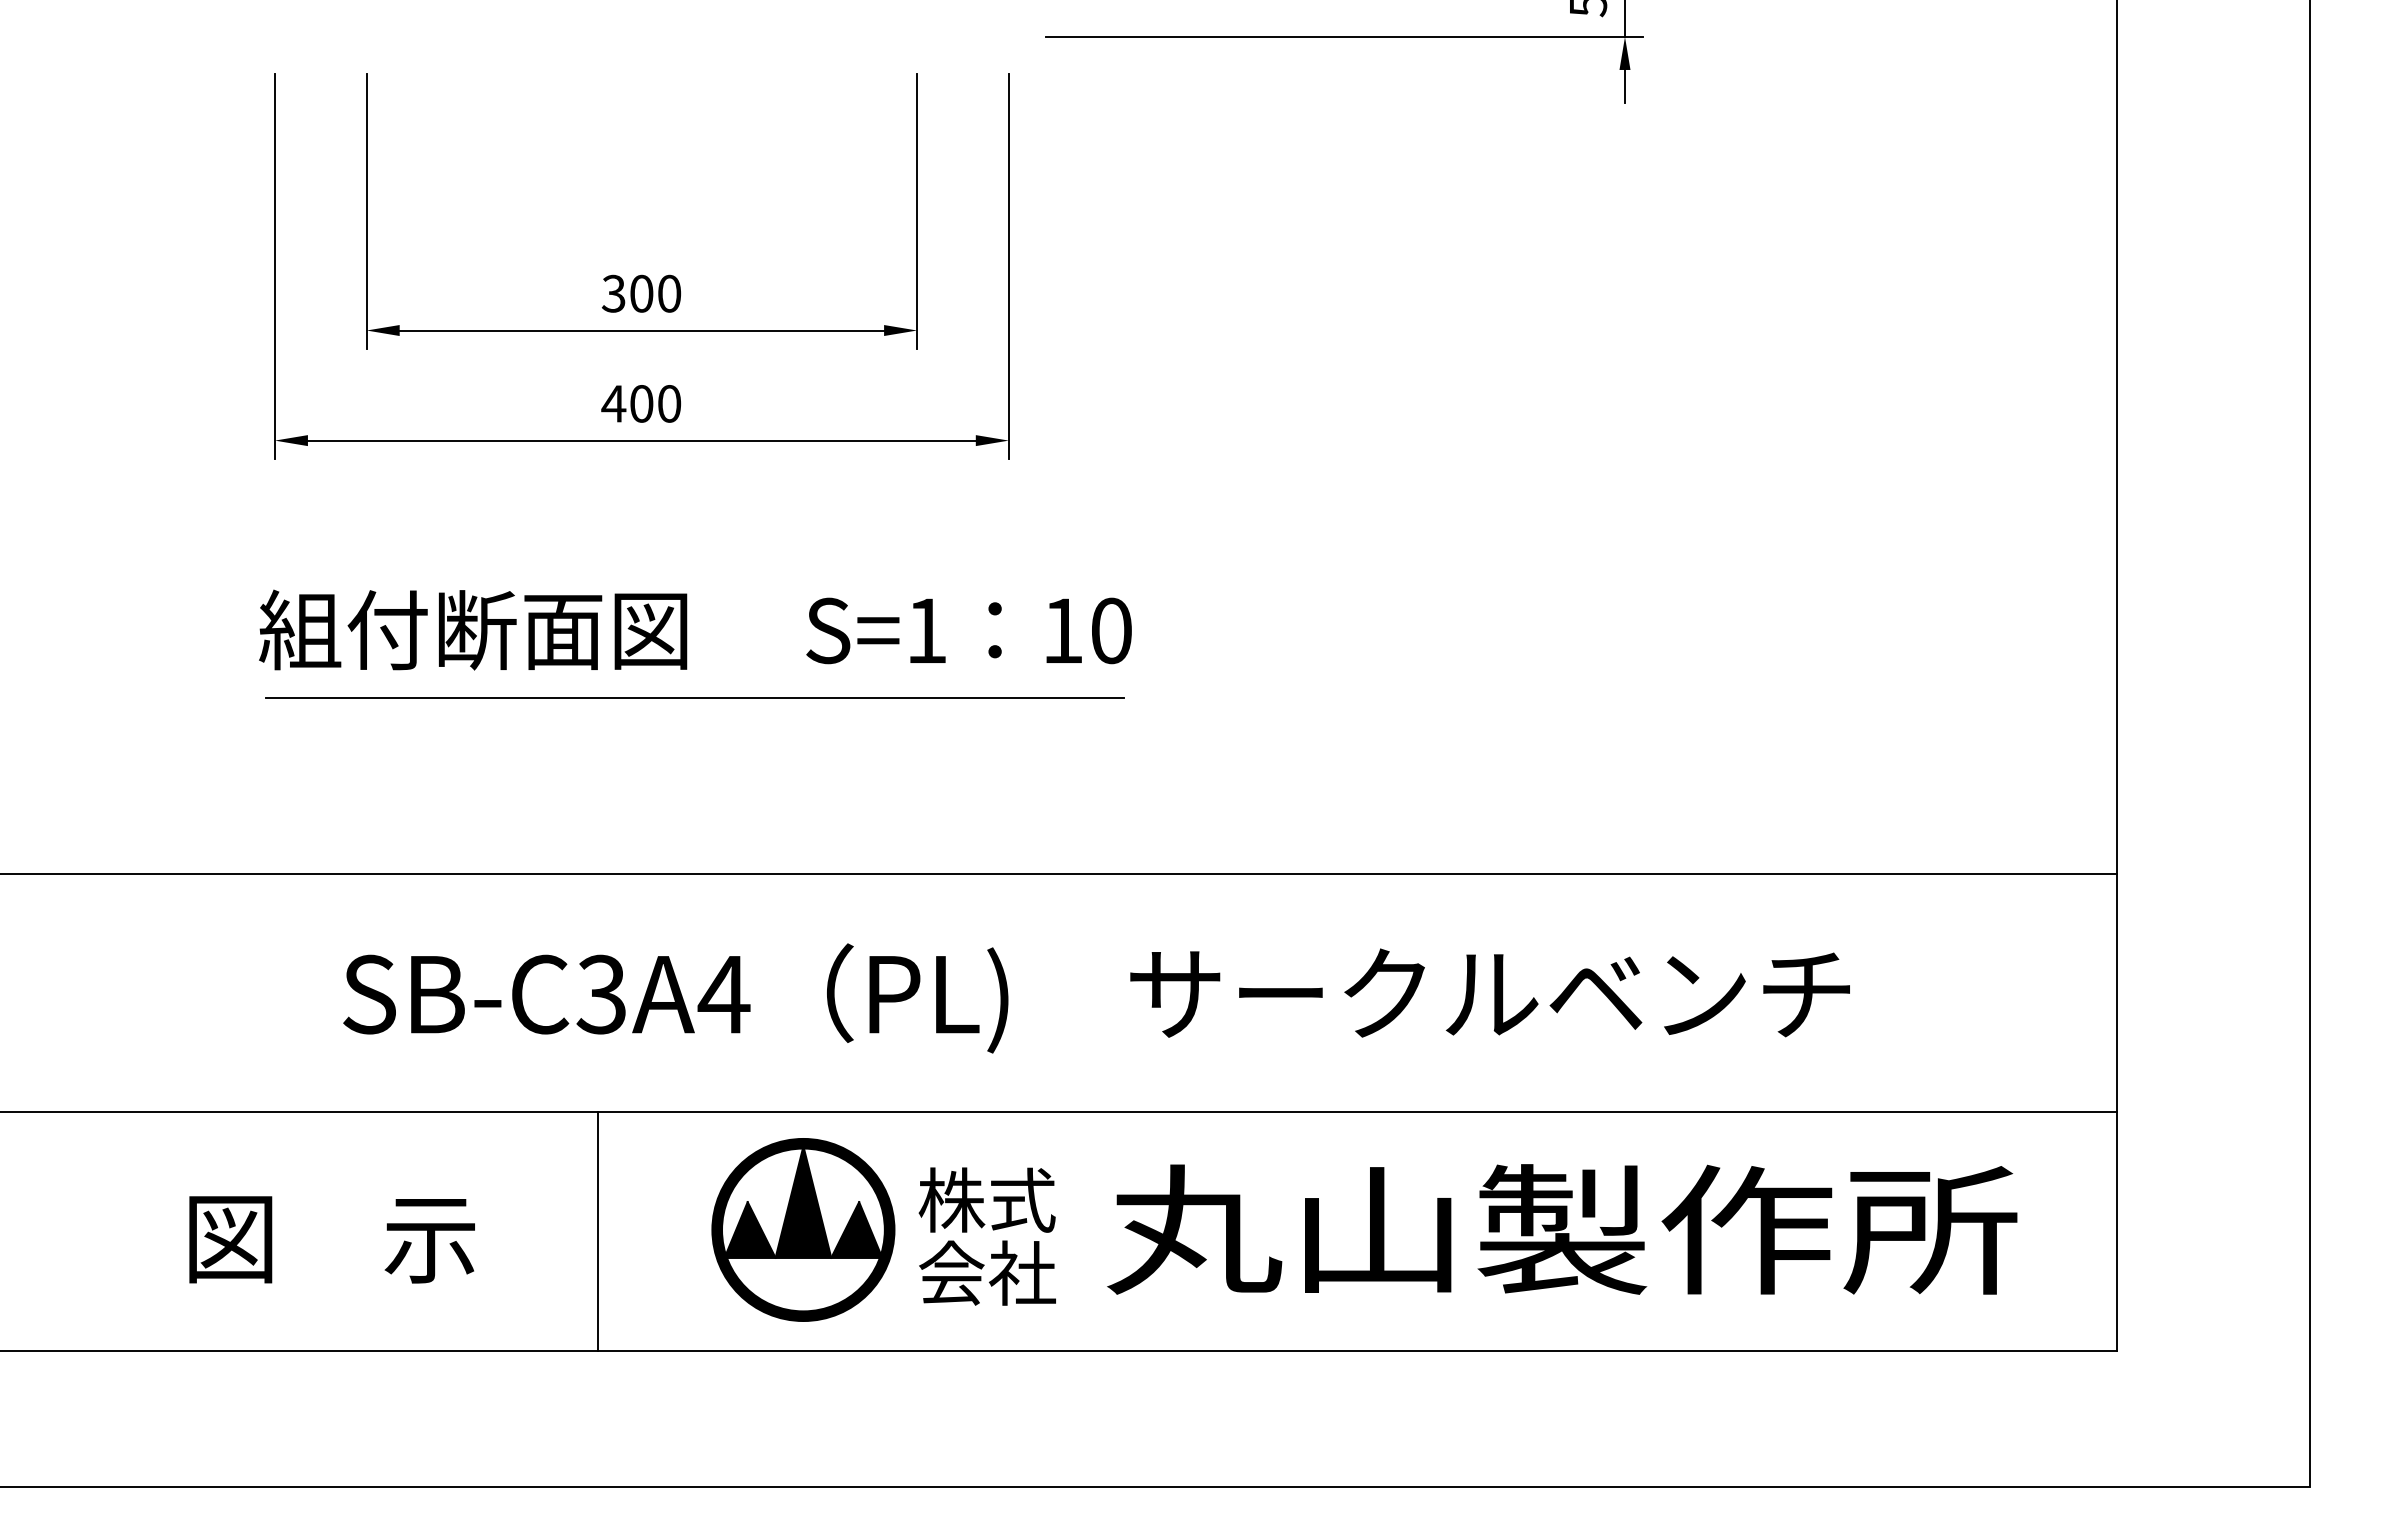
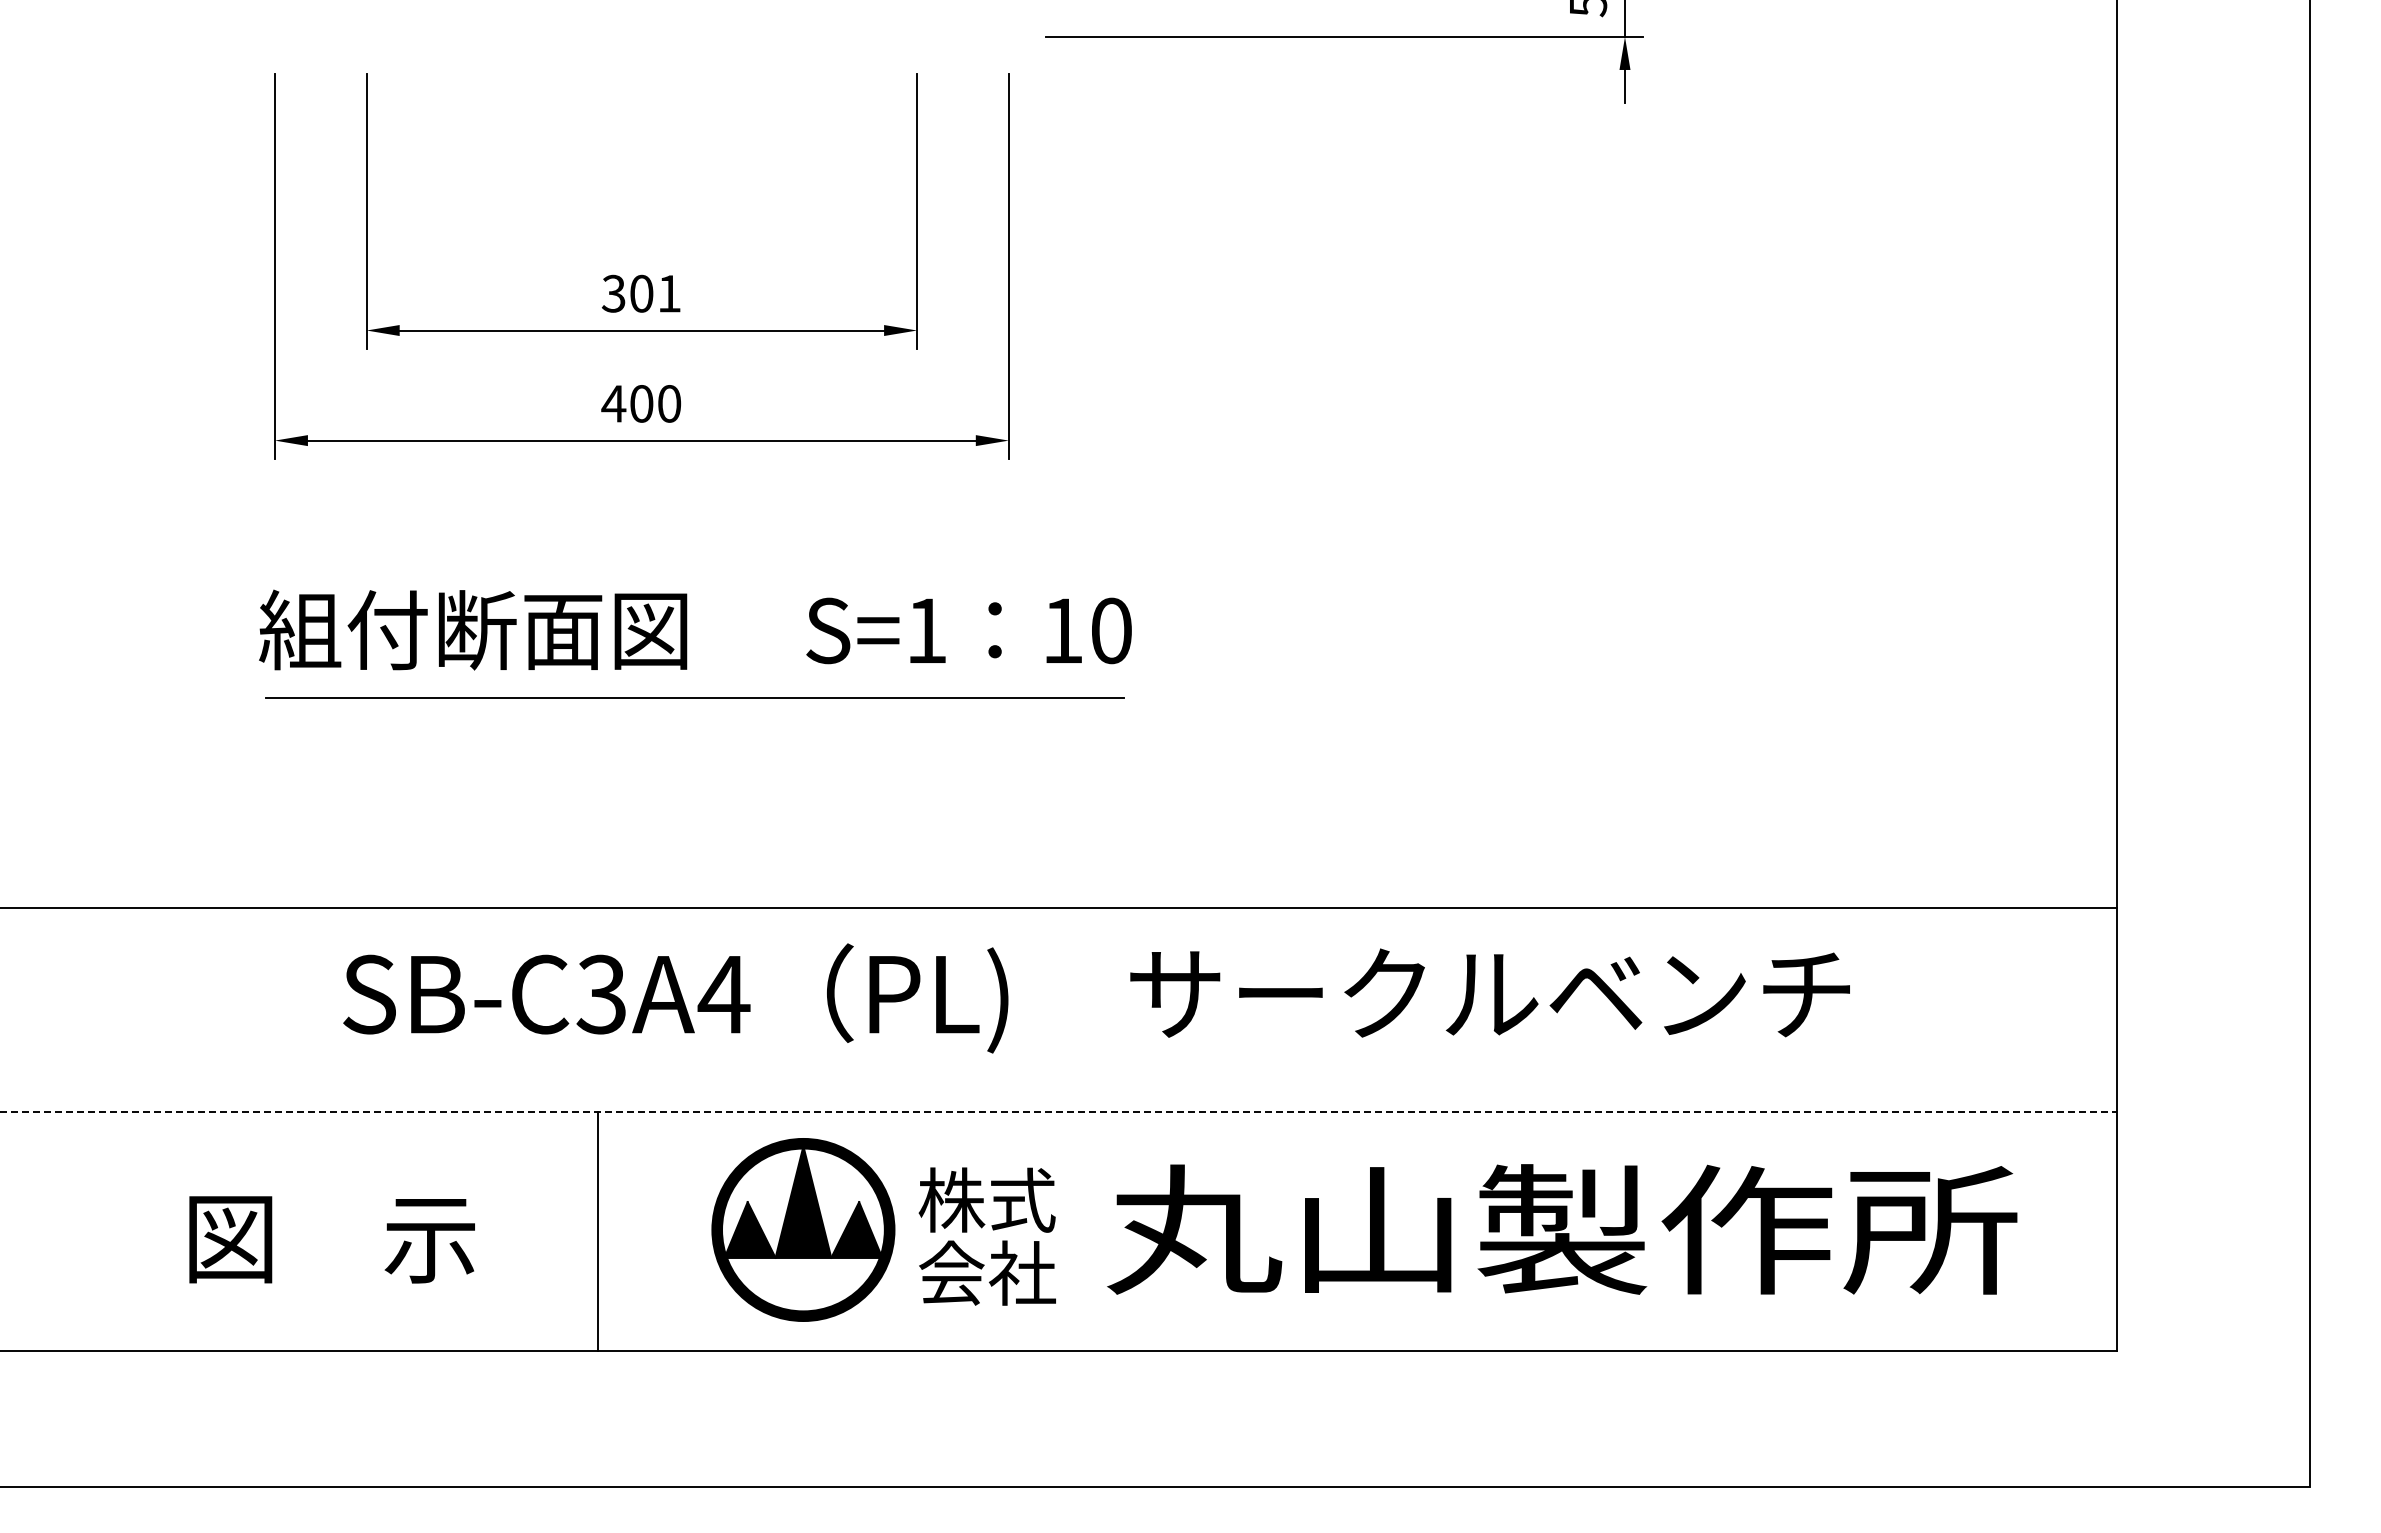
text at (669, 293): 300 -> 301
line at (1059, 873) position: (1059, 873) -> (1059, 907)
line at (1059, 1112): solid -> dashed
